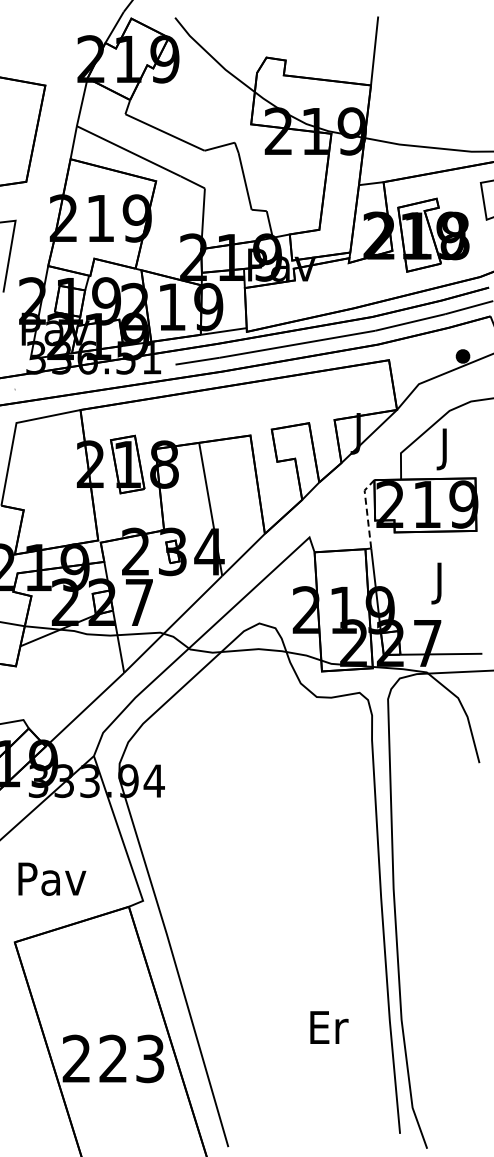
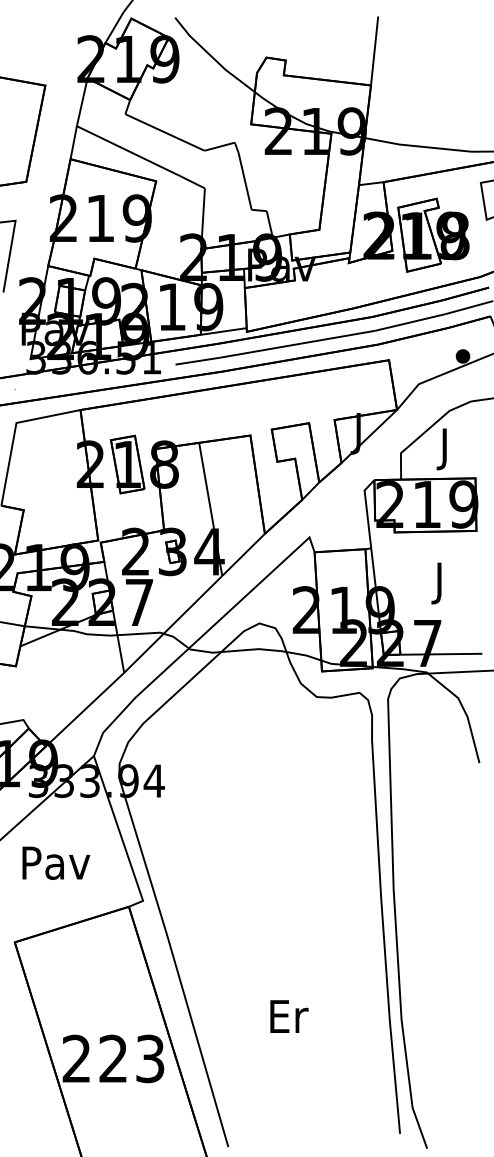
line at (366, 511): dashed -> solid
text at (52, 878) position: (52, 878) -> (56, 862)
text at (329, 1027) position: (329, 1027) -> (289, 1016)
